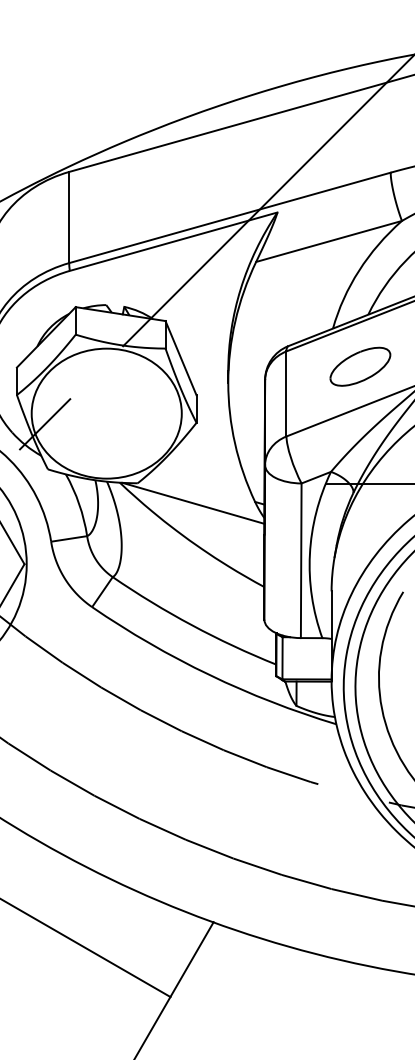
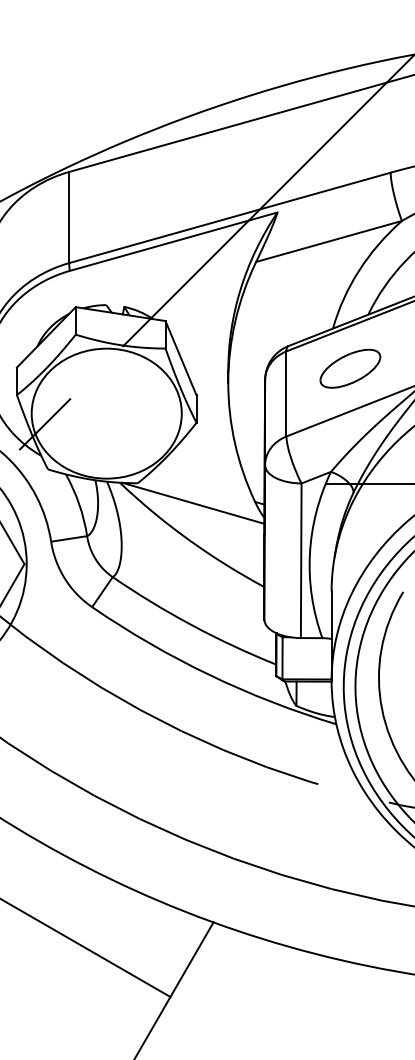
part at (360, 366) position: (360, 366) -> (350, 368)
